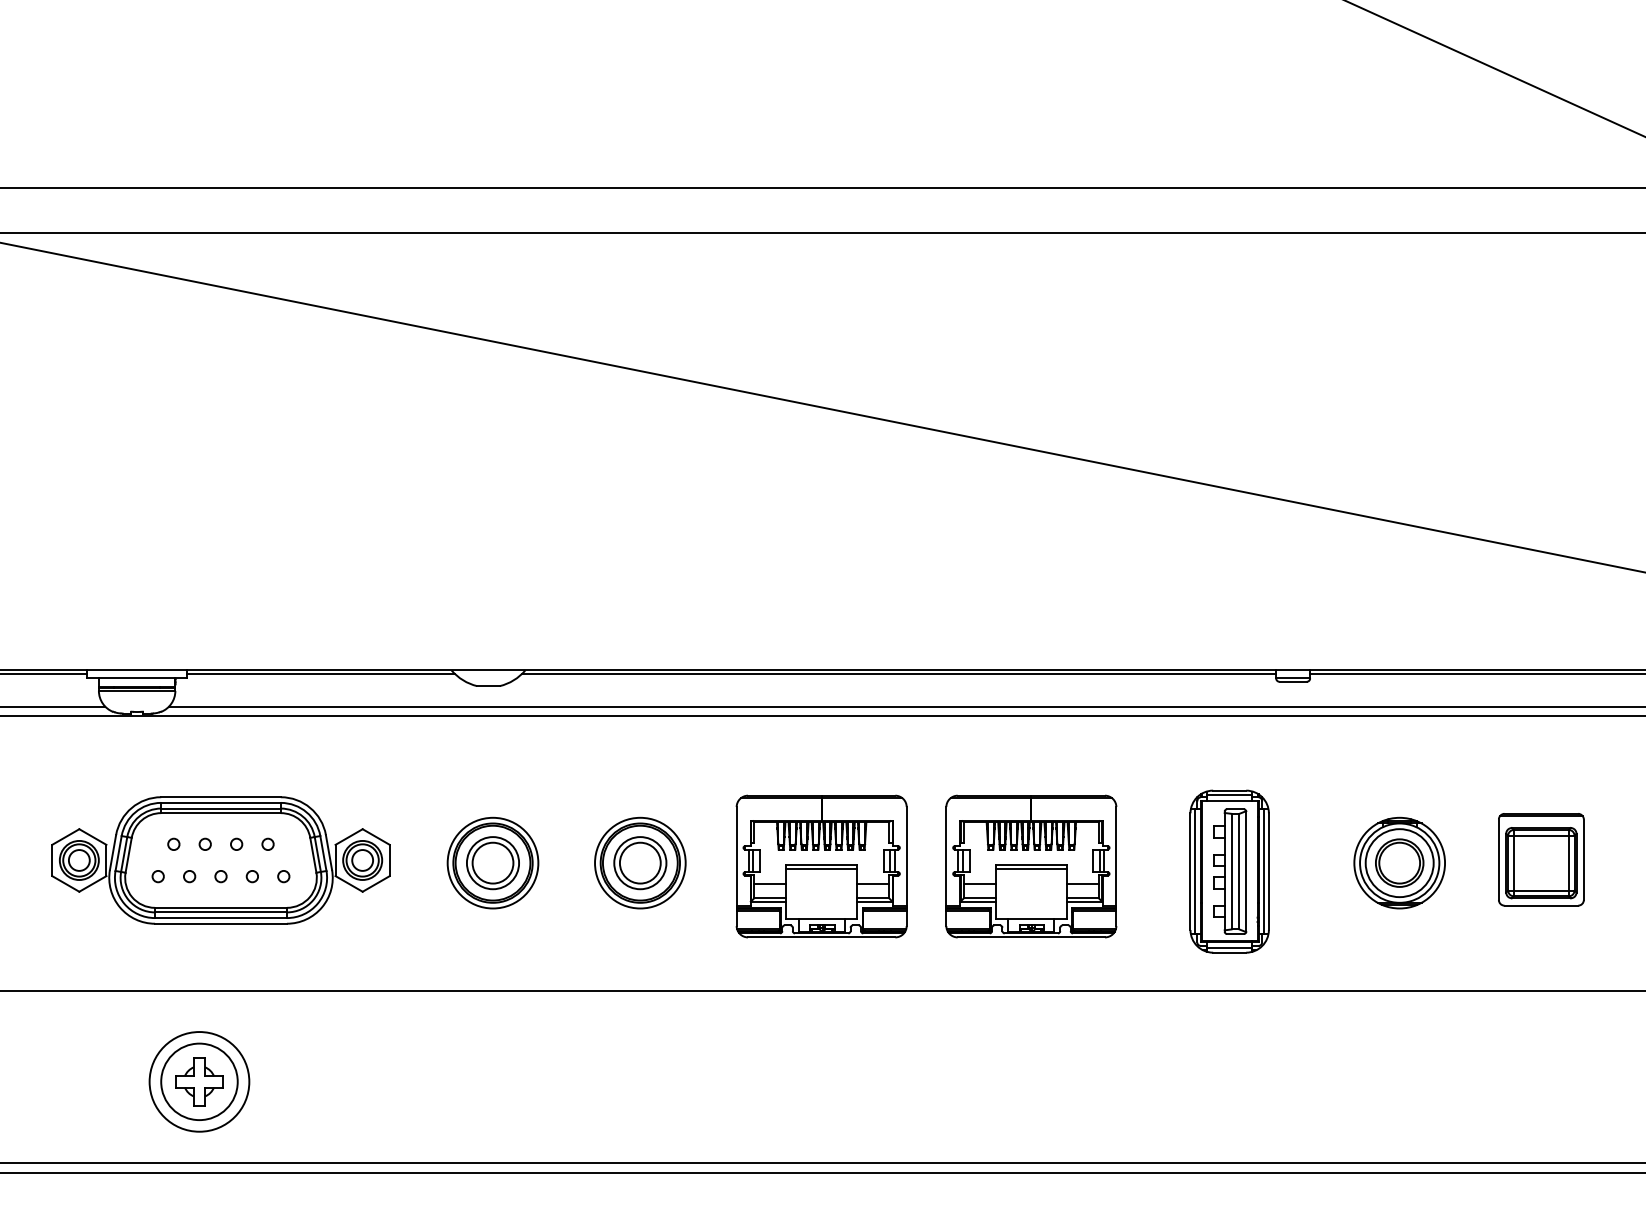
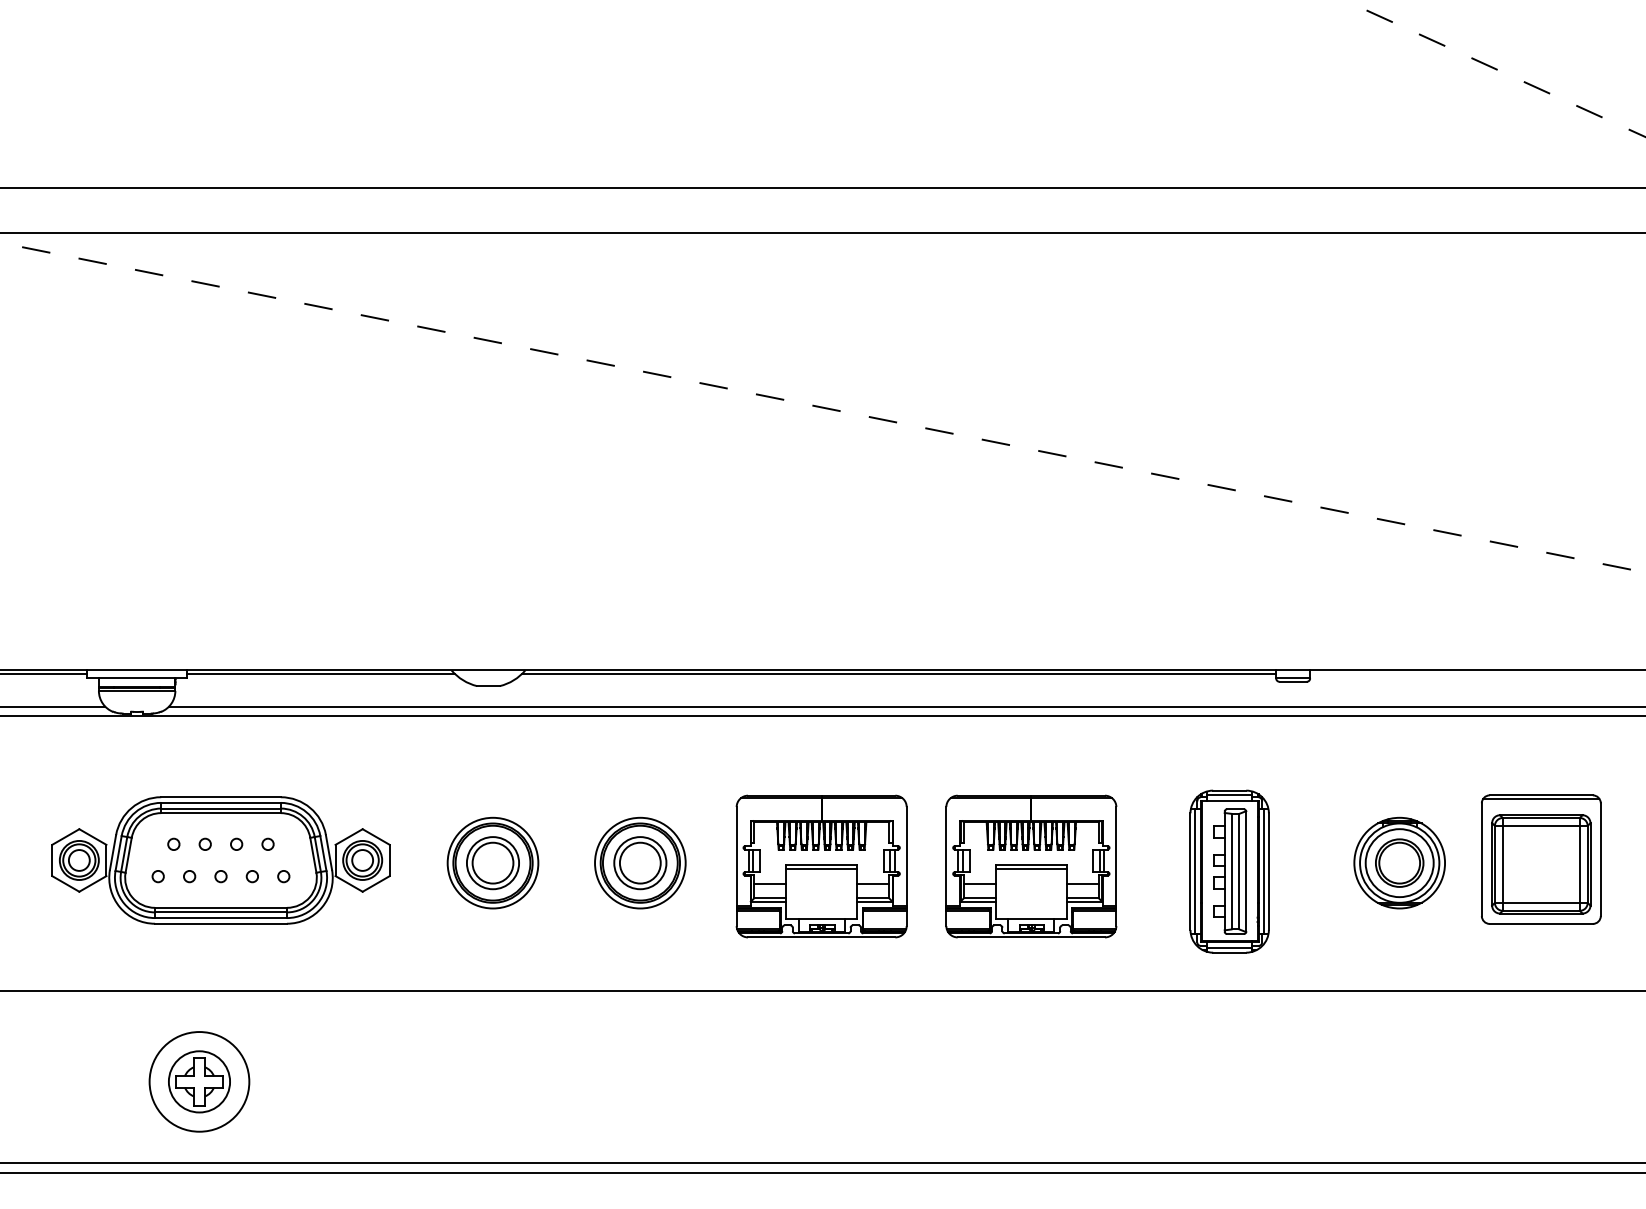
line at (1494, 68): solid -> dashed
line at (822, 407): solid -> dashed
line at (1476, 673): present -> none
part at (1541, 859) size: 87x94 px -> 121x131 px
circle at (199, 1081) diameter: 77 px -> 61 px
